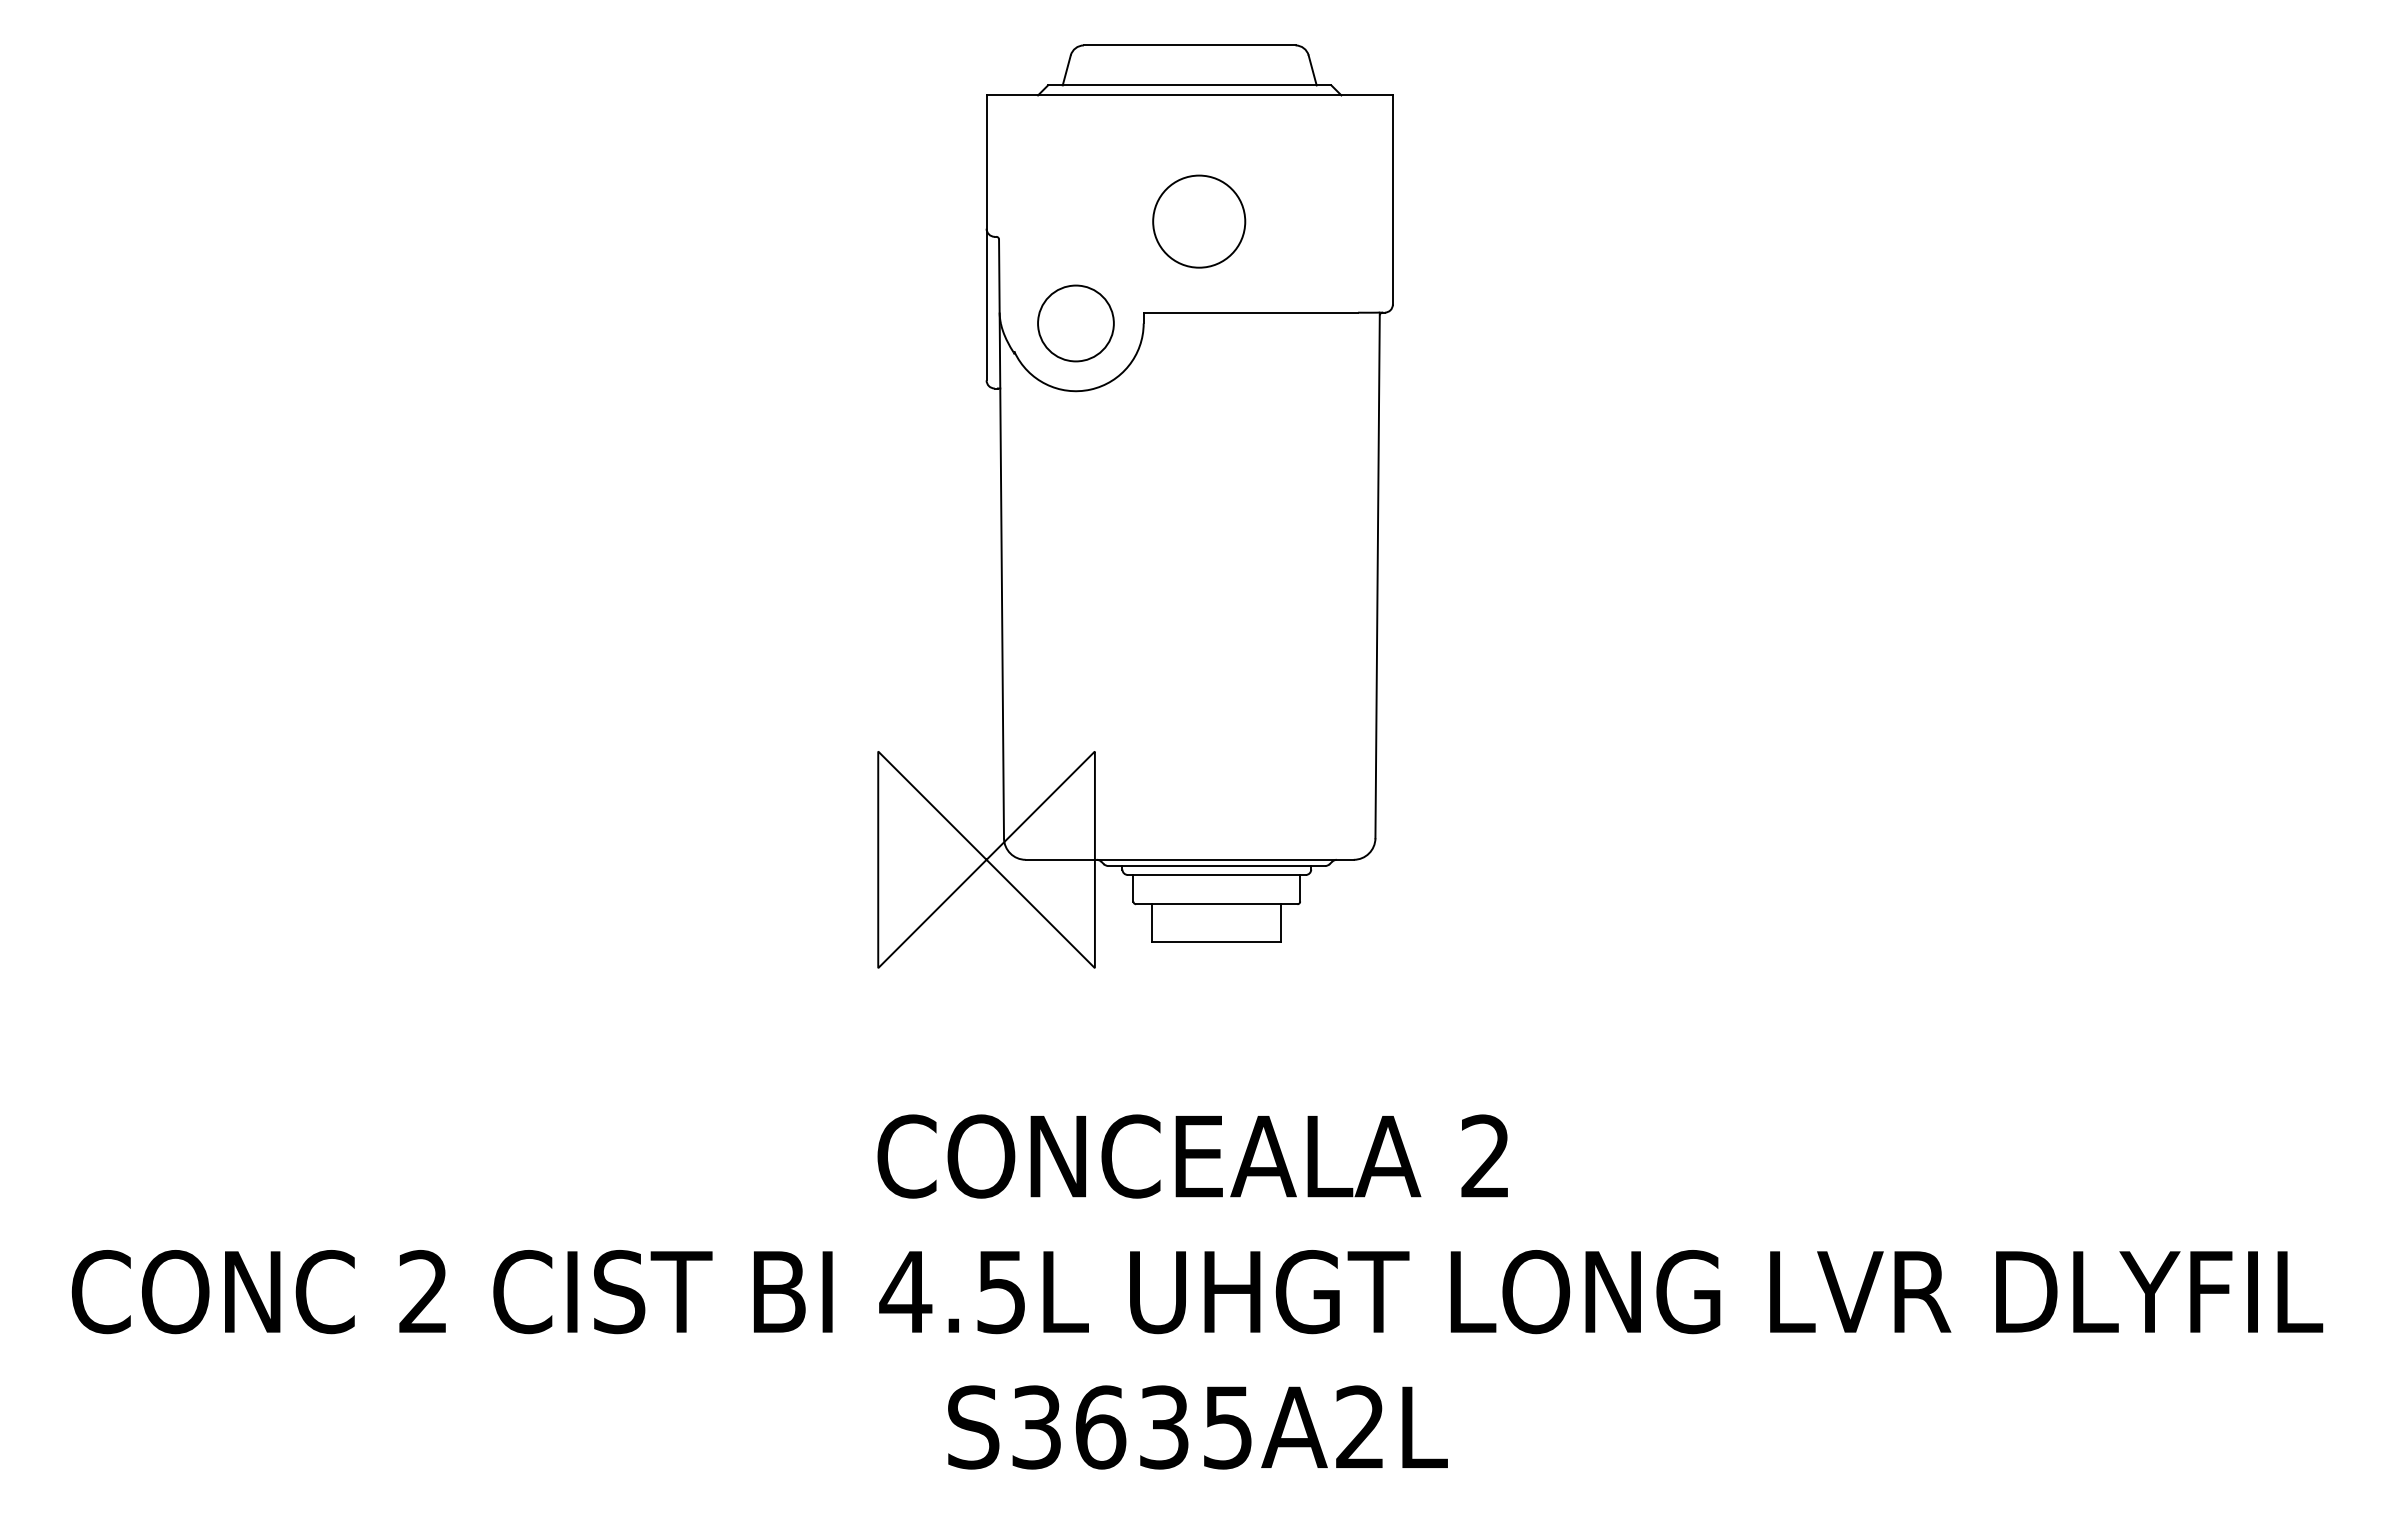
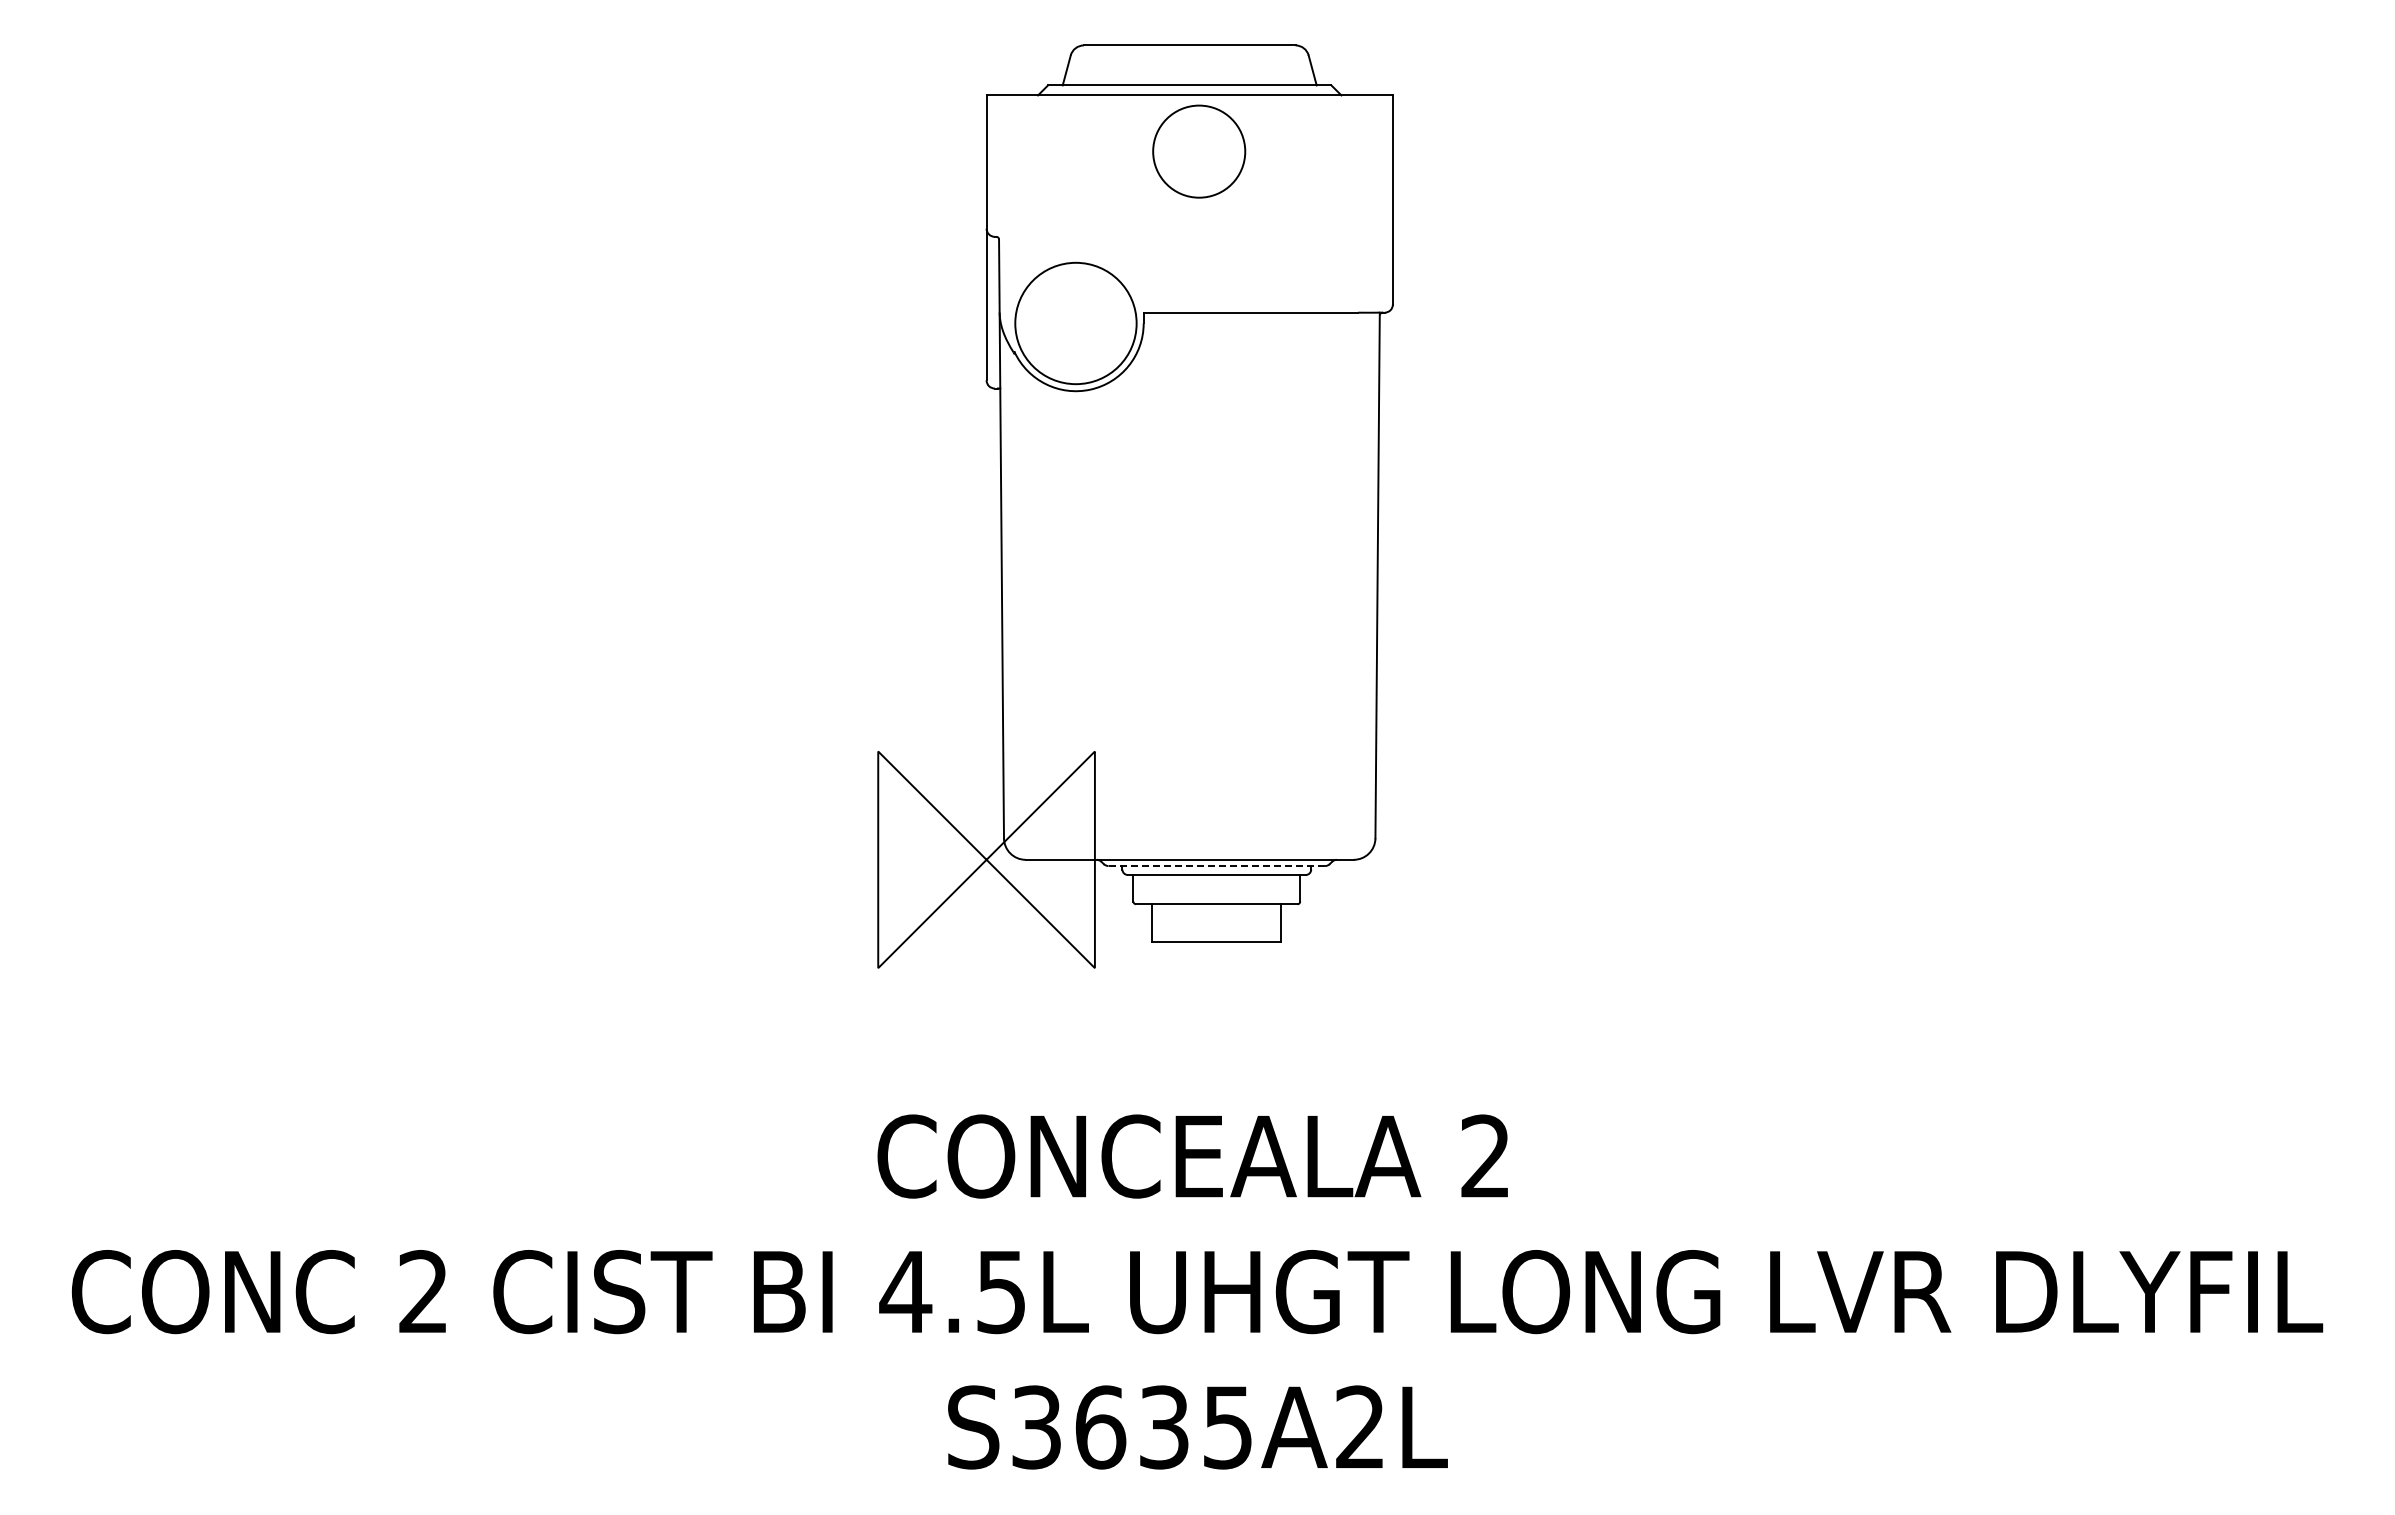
circle at (1199, 221) position: (1199, 221) -> (1199, 151)
circle at (1075, 323) diameter: 76 px -> 121 px
line at (1216, 866): solid -> dashed
